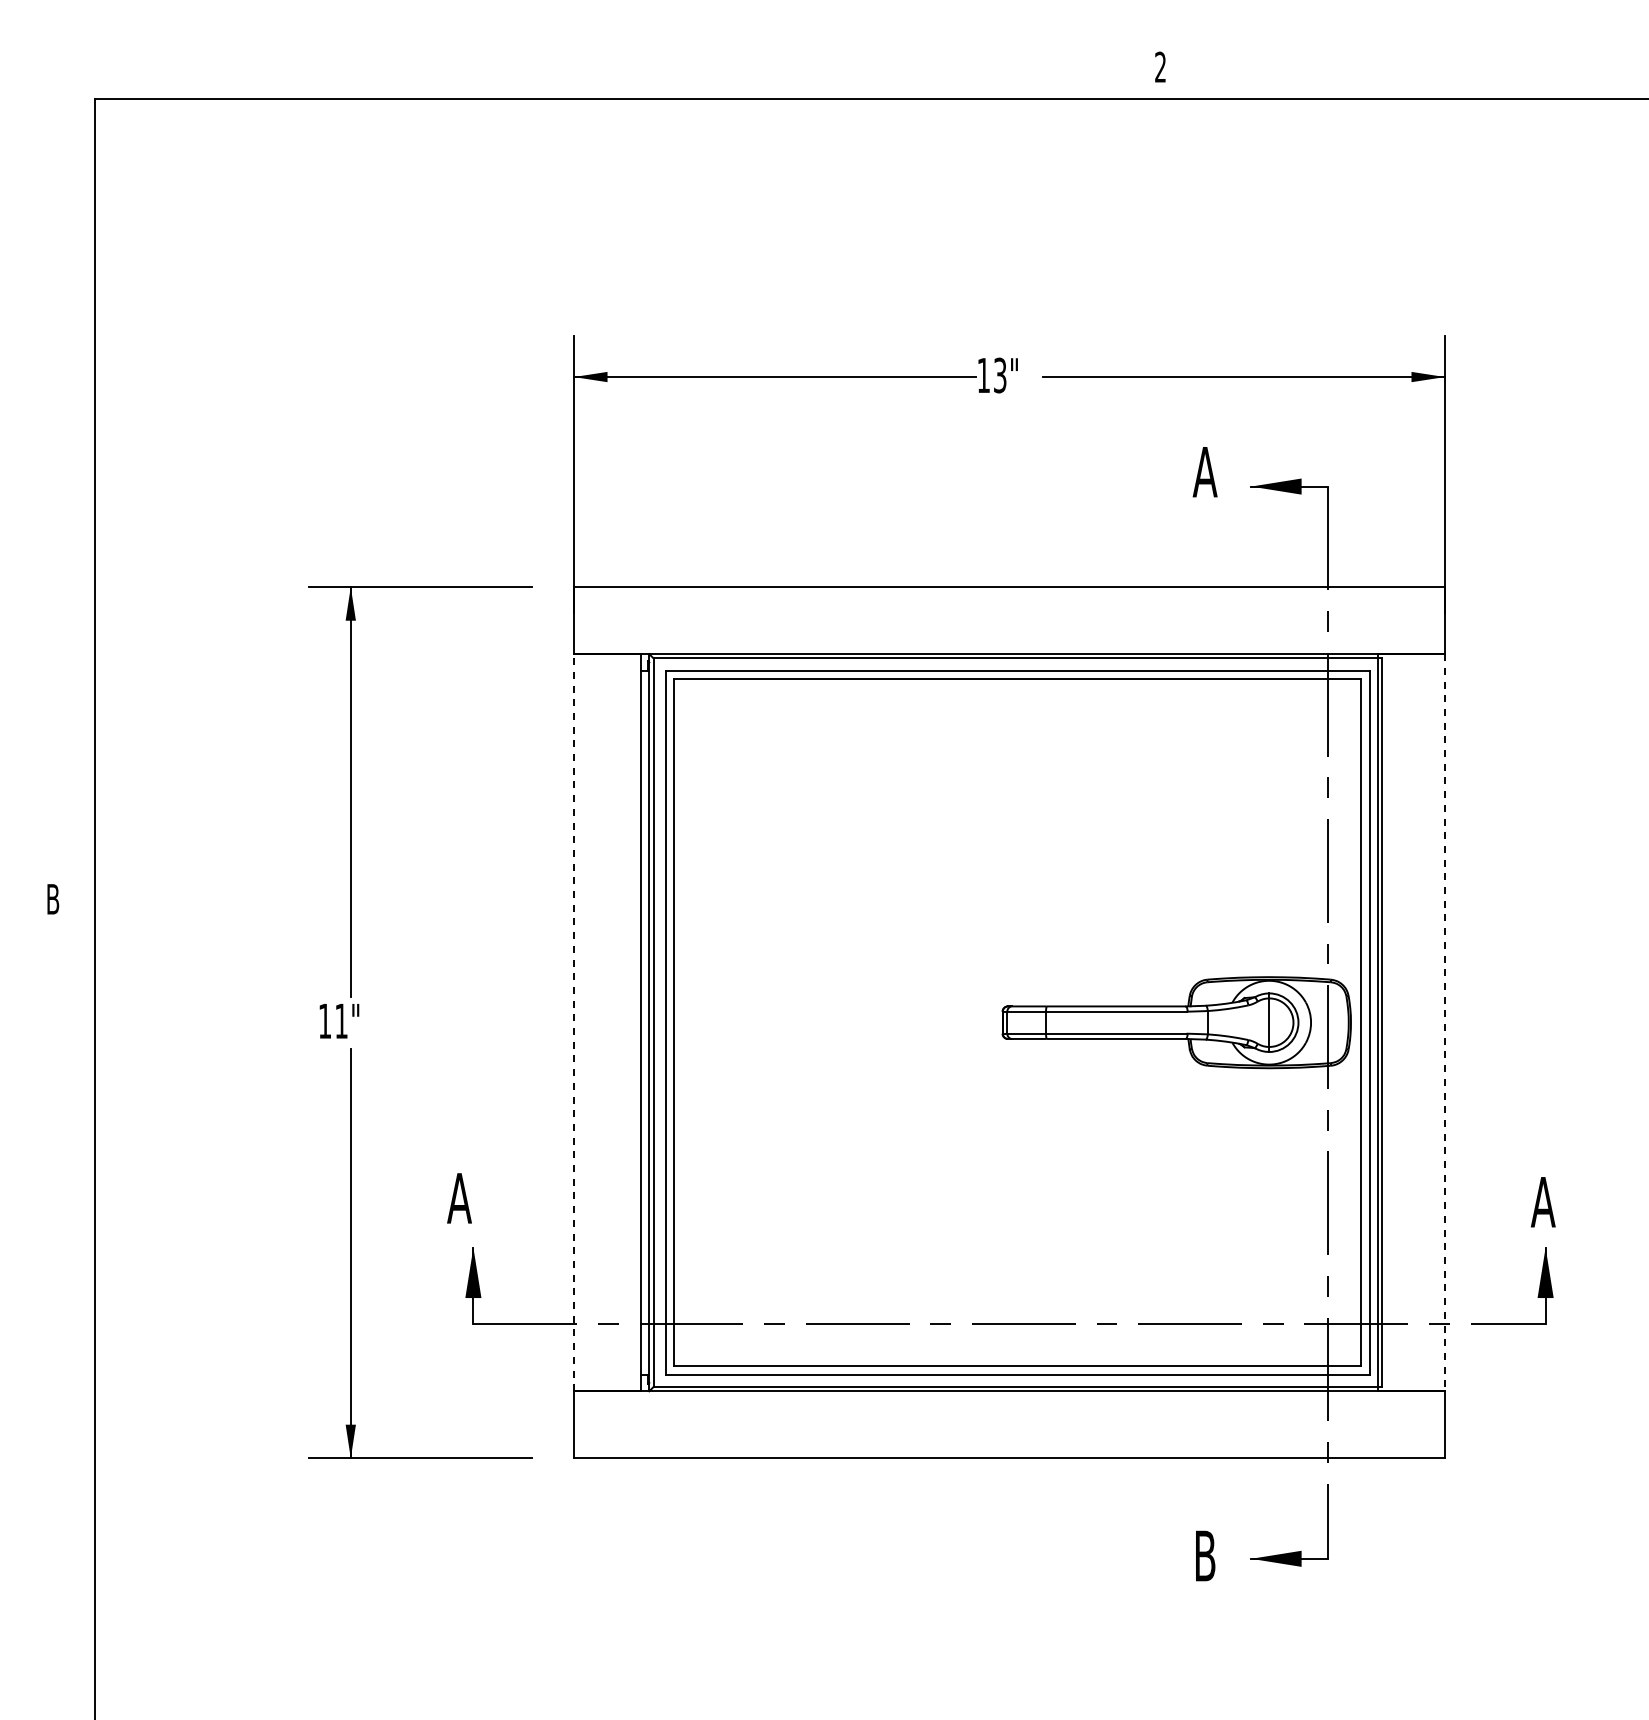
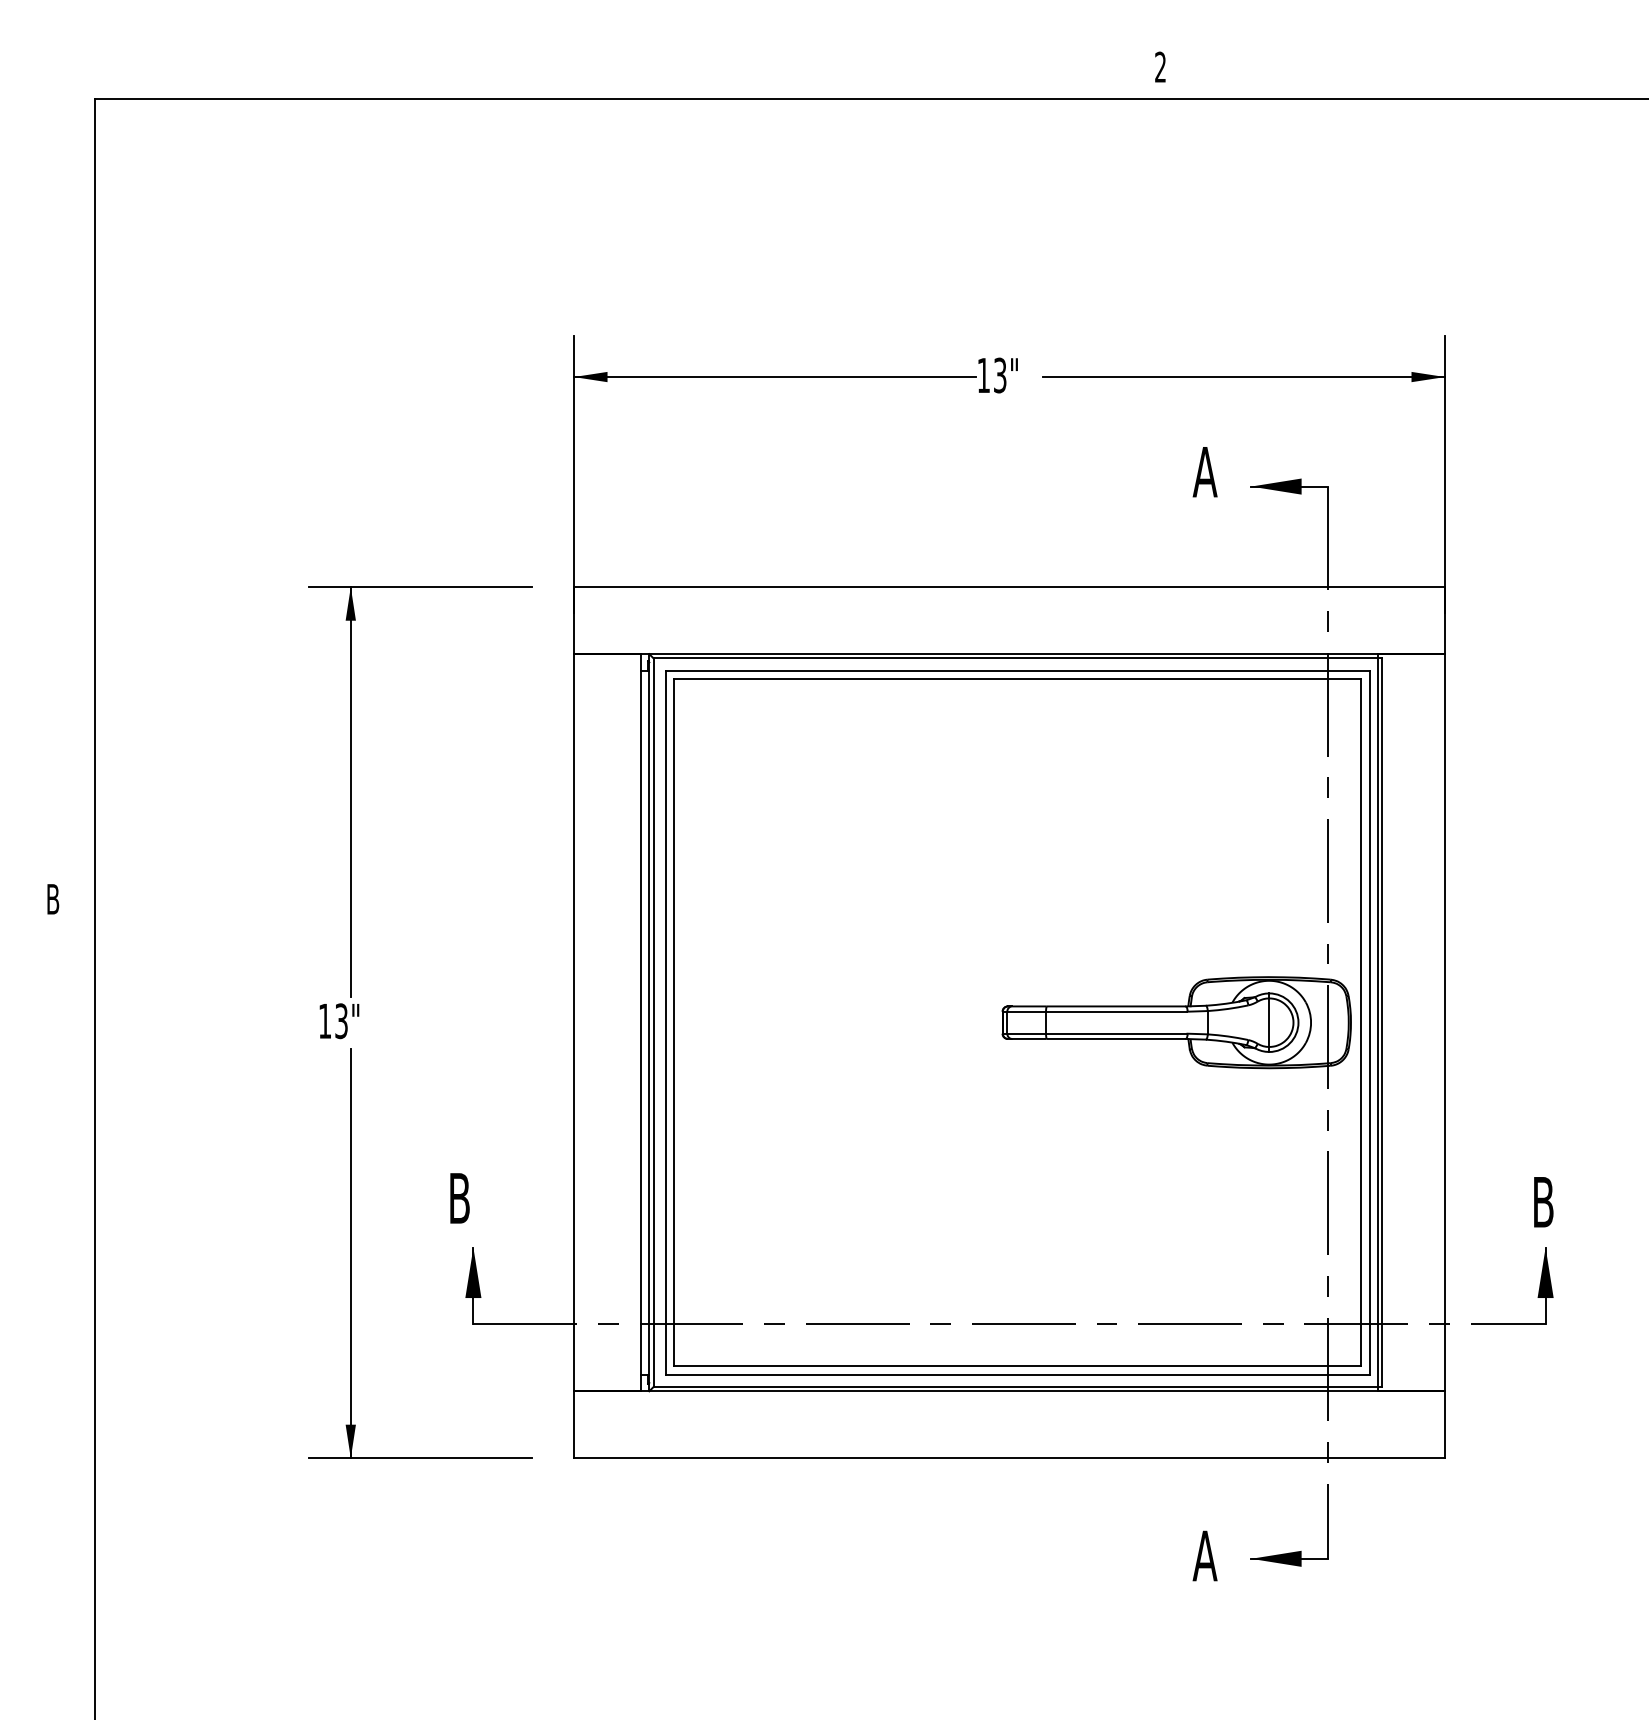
text at (341, 1021): 11" -> 13"
line at (573, 1022): dashed -> solid
line at (1445, 1022): dashed -> solid
text at (459, 1198): A -> B
text at (1542, 1202): A -> B
text at (1204, 1555): B -> A
